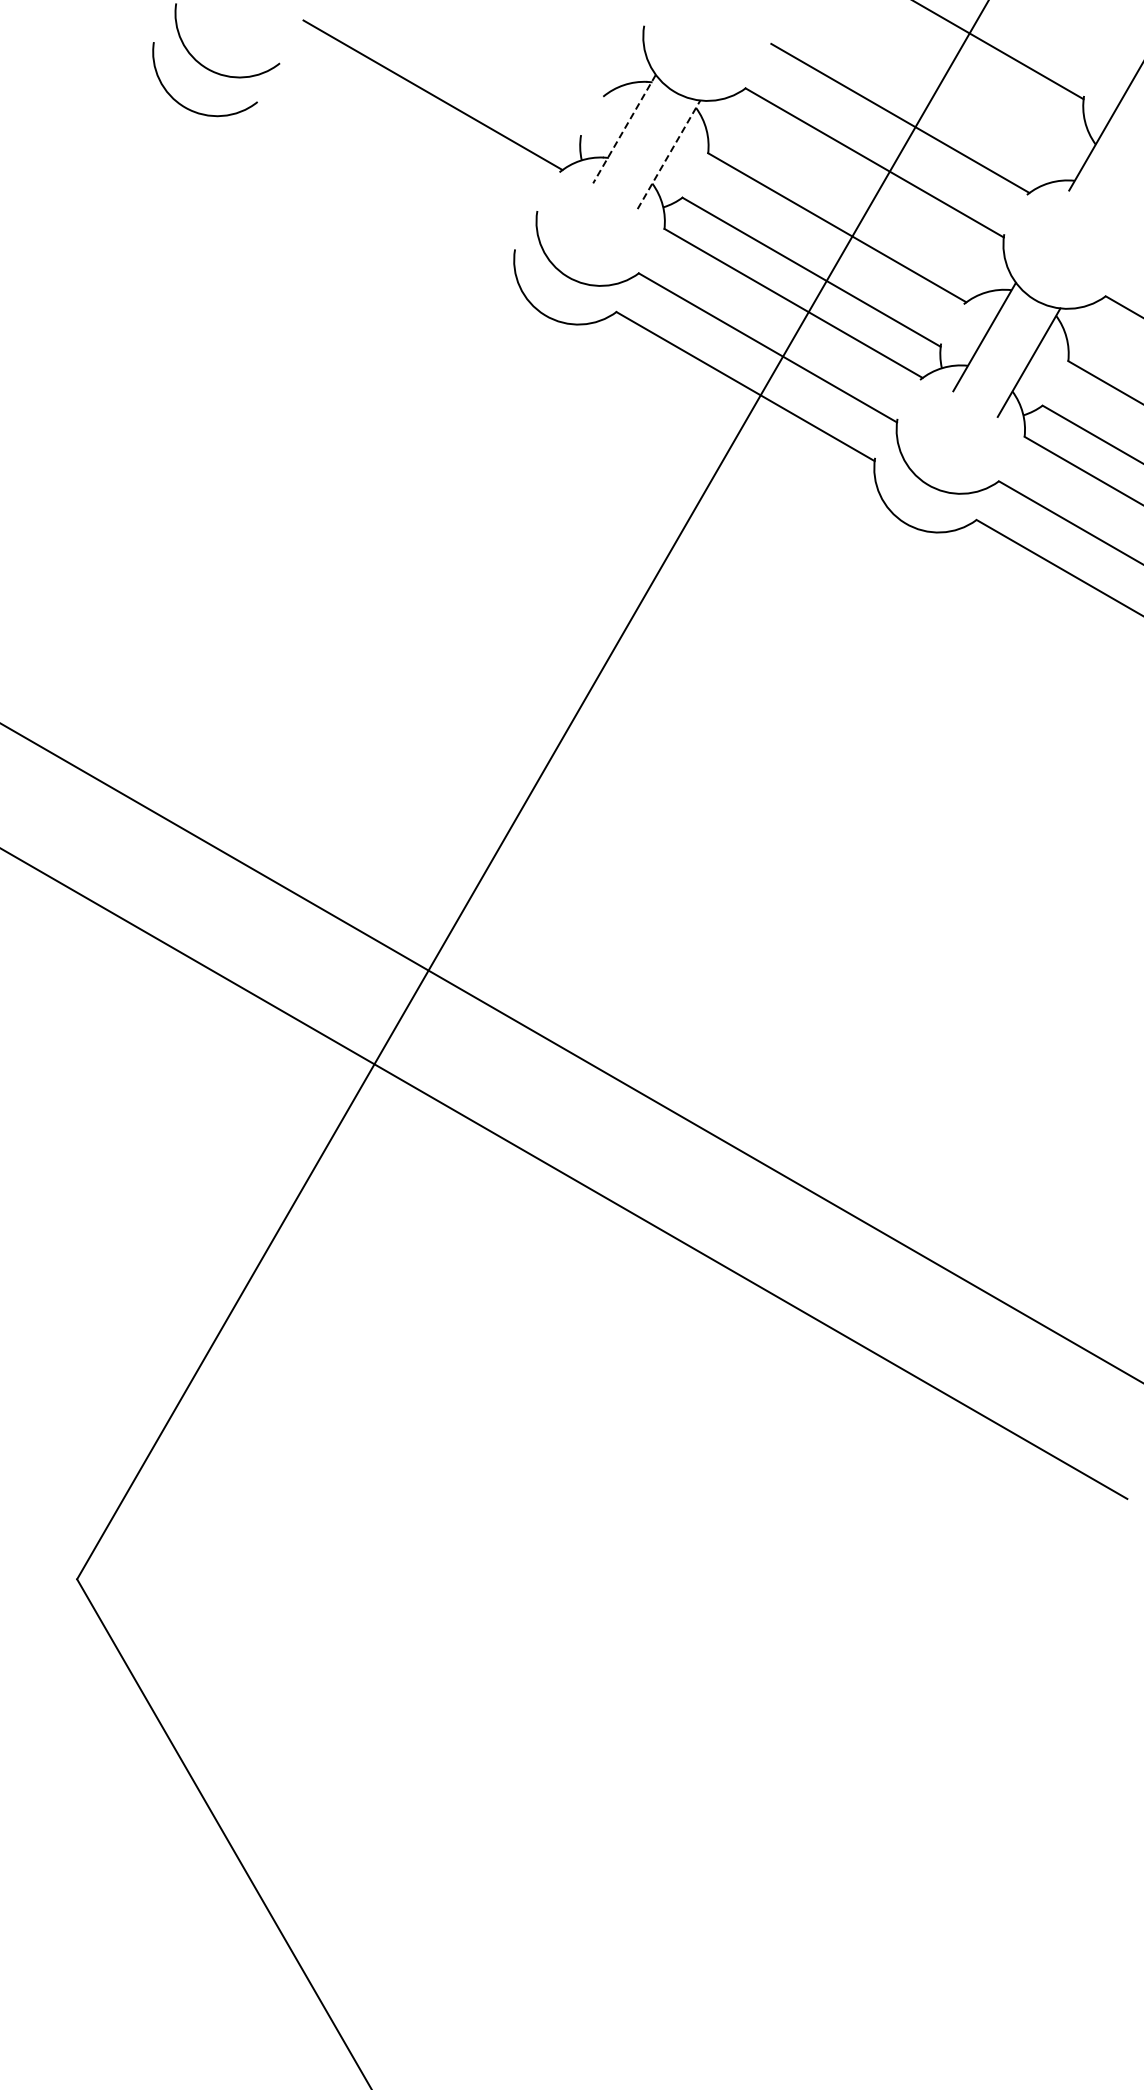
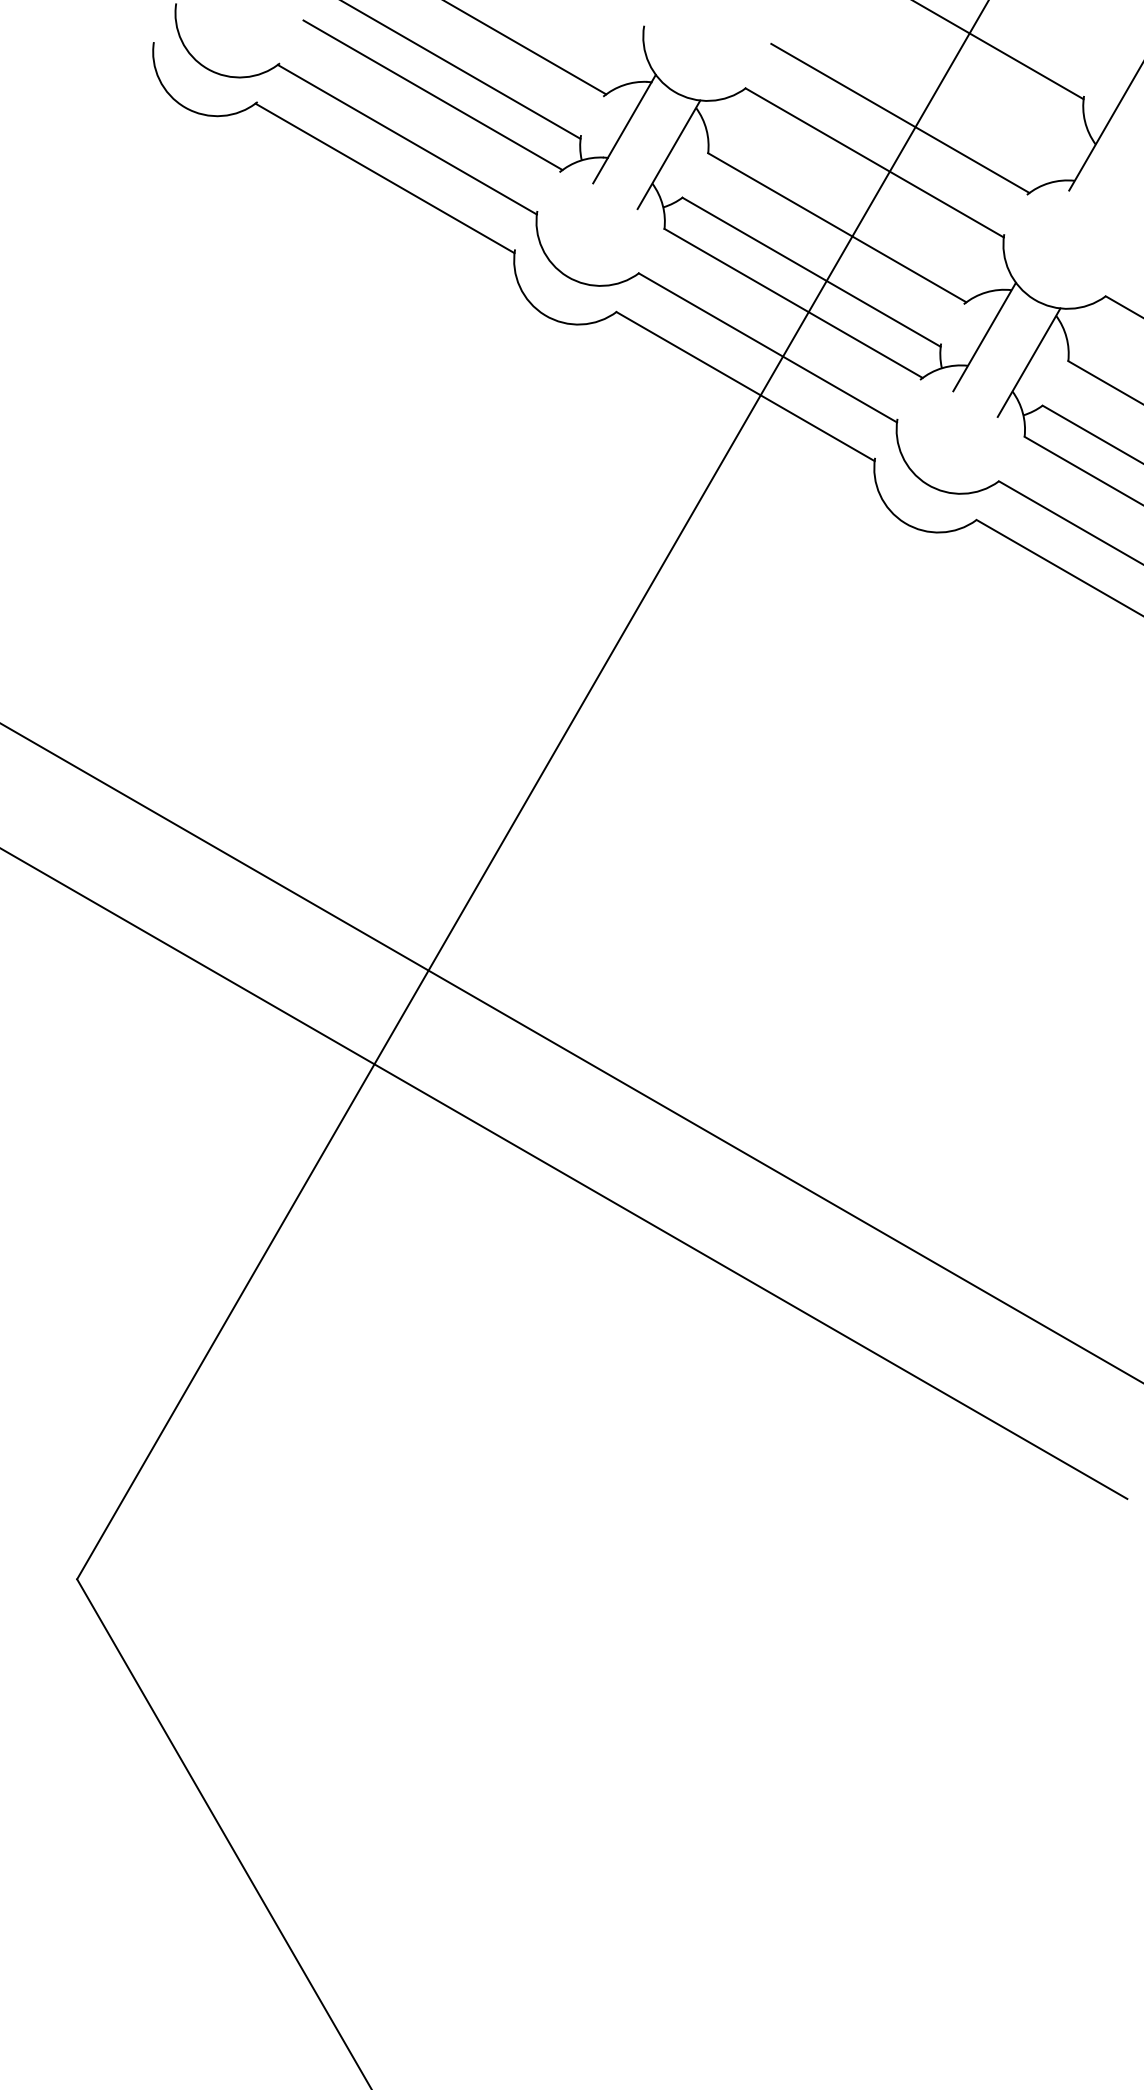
line at (526, 48): none -> present
line at (462, 70): none -> present
line at (624, 129): dashed -> solid
line at (406, 139): none -> present
line at (668, 154): dashed -> solid
line at (384, 178): none -> present
